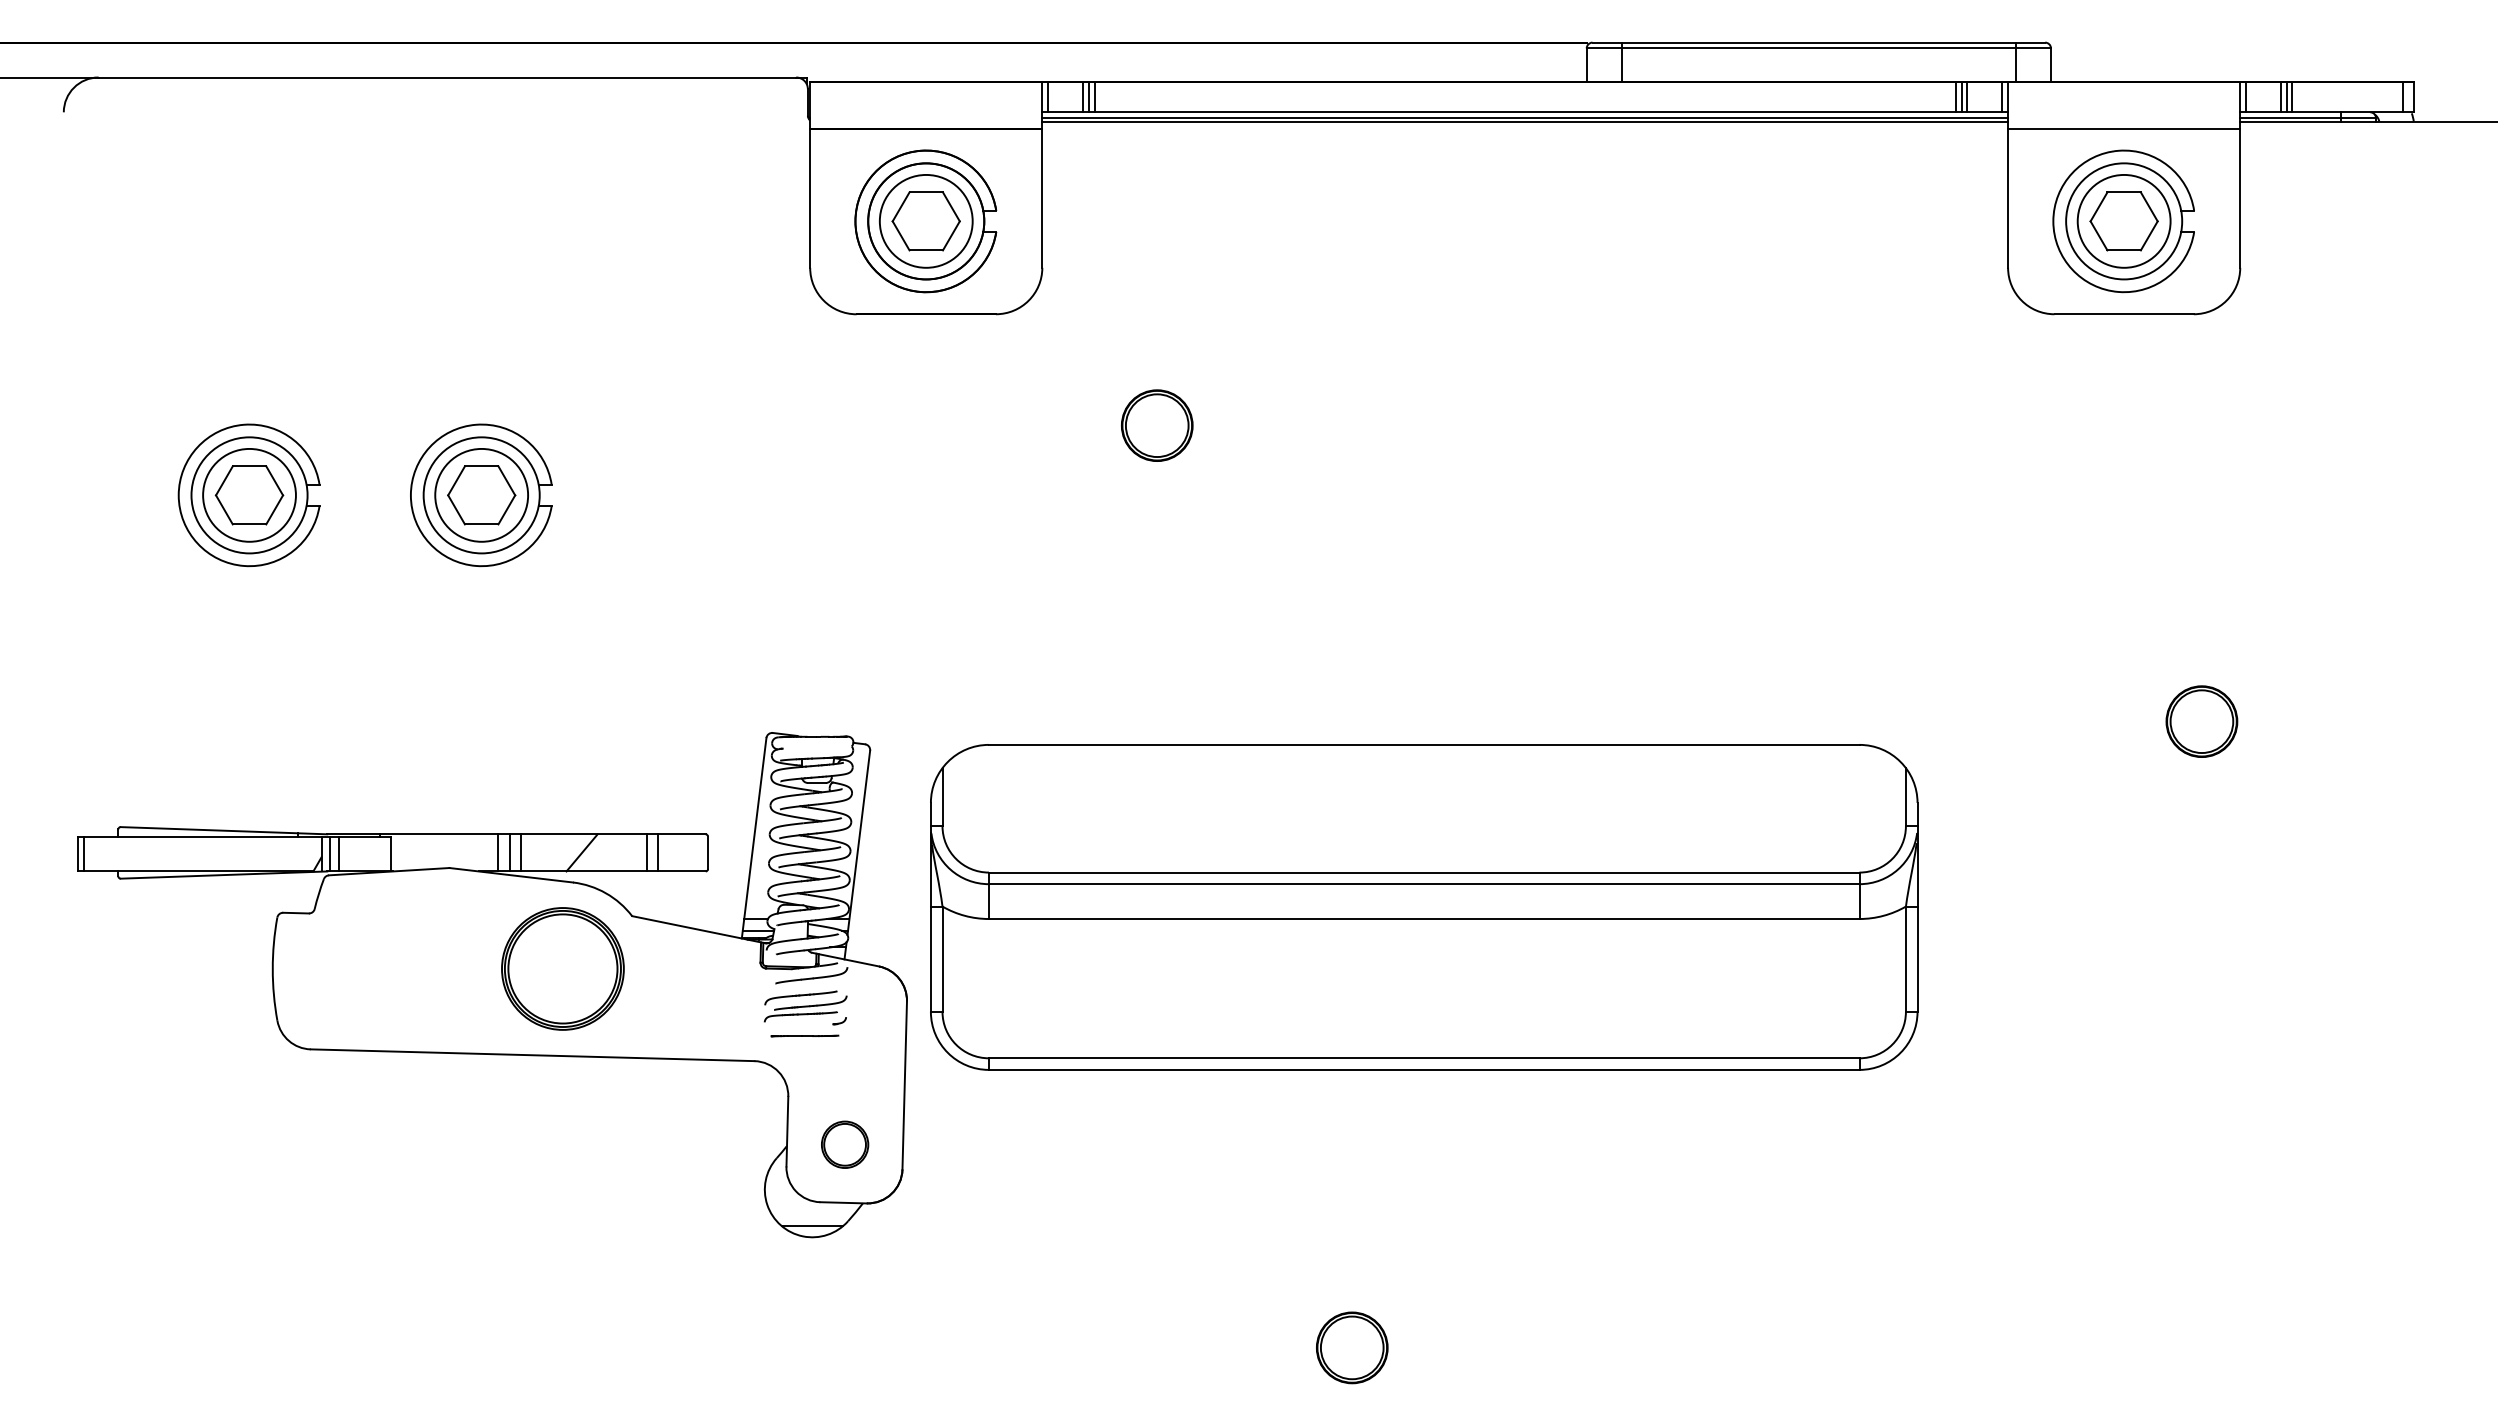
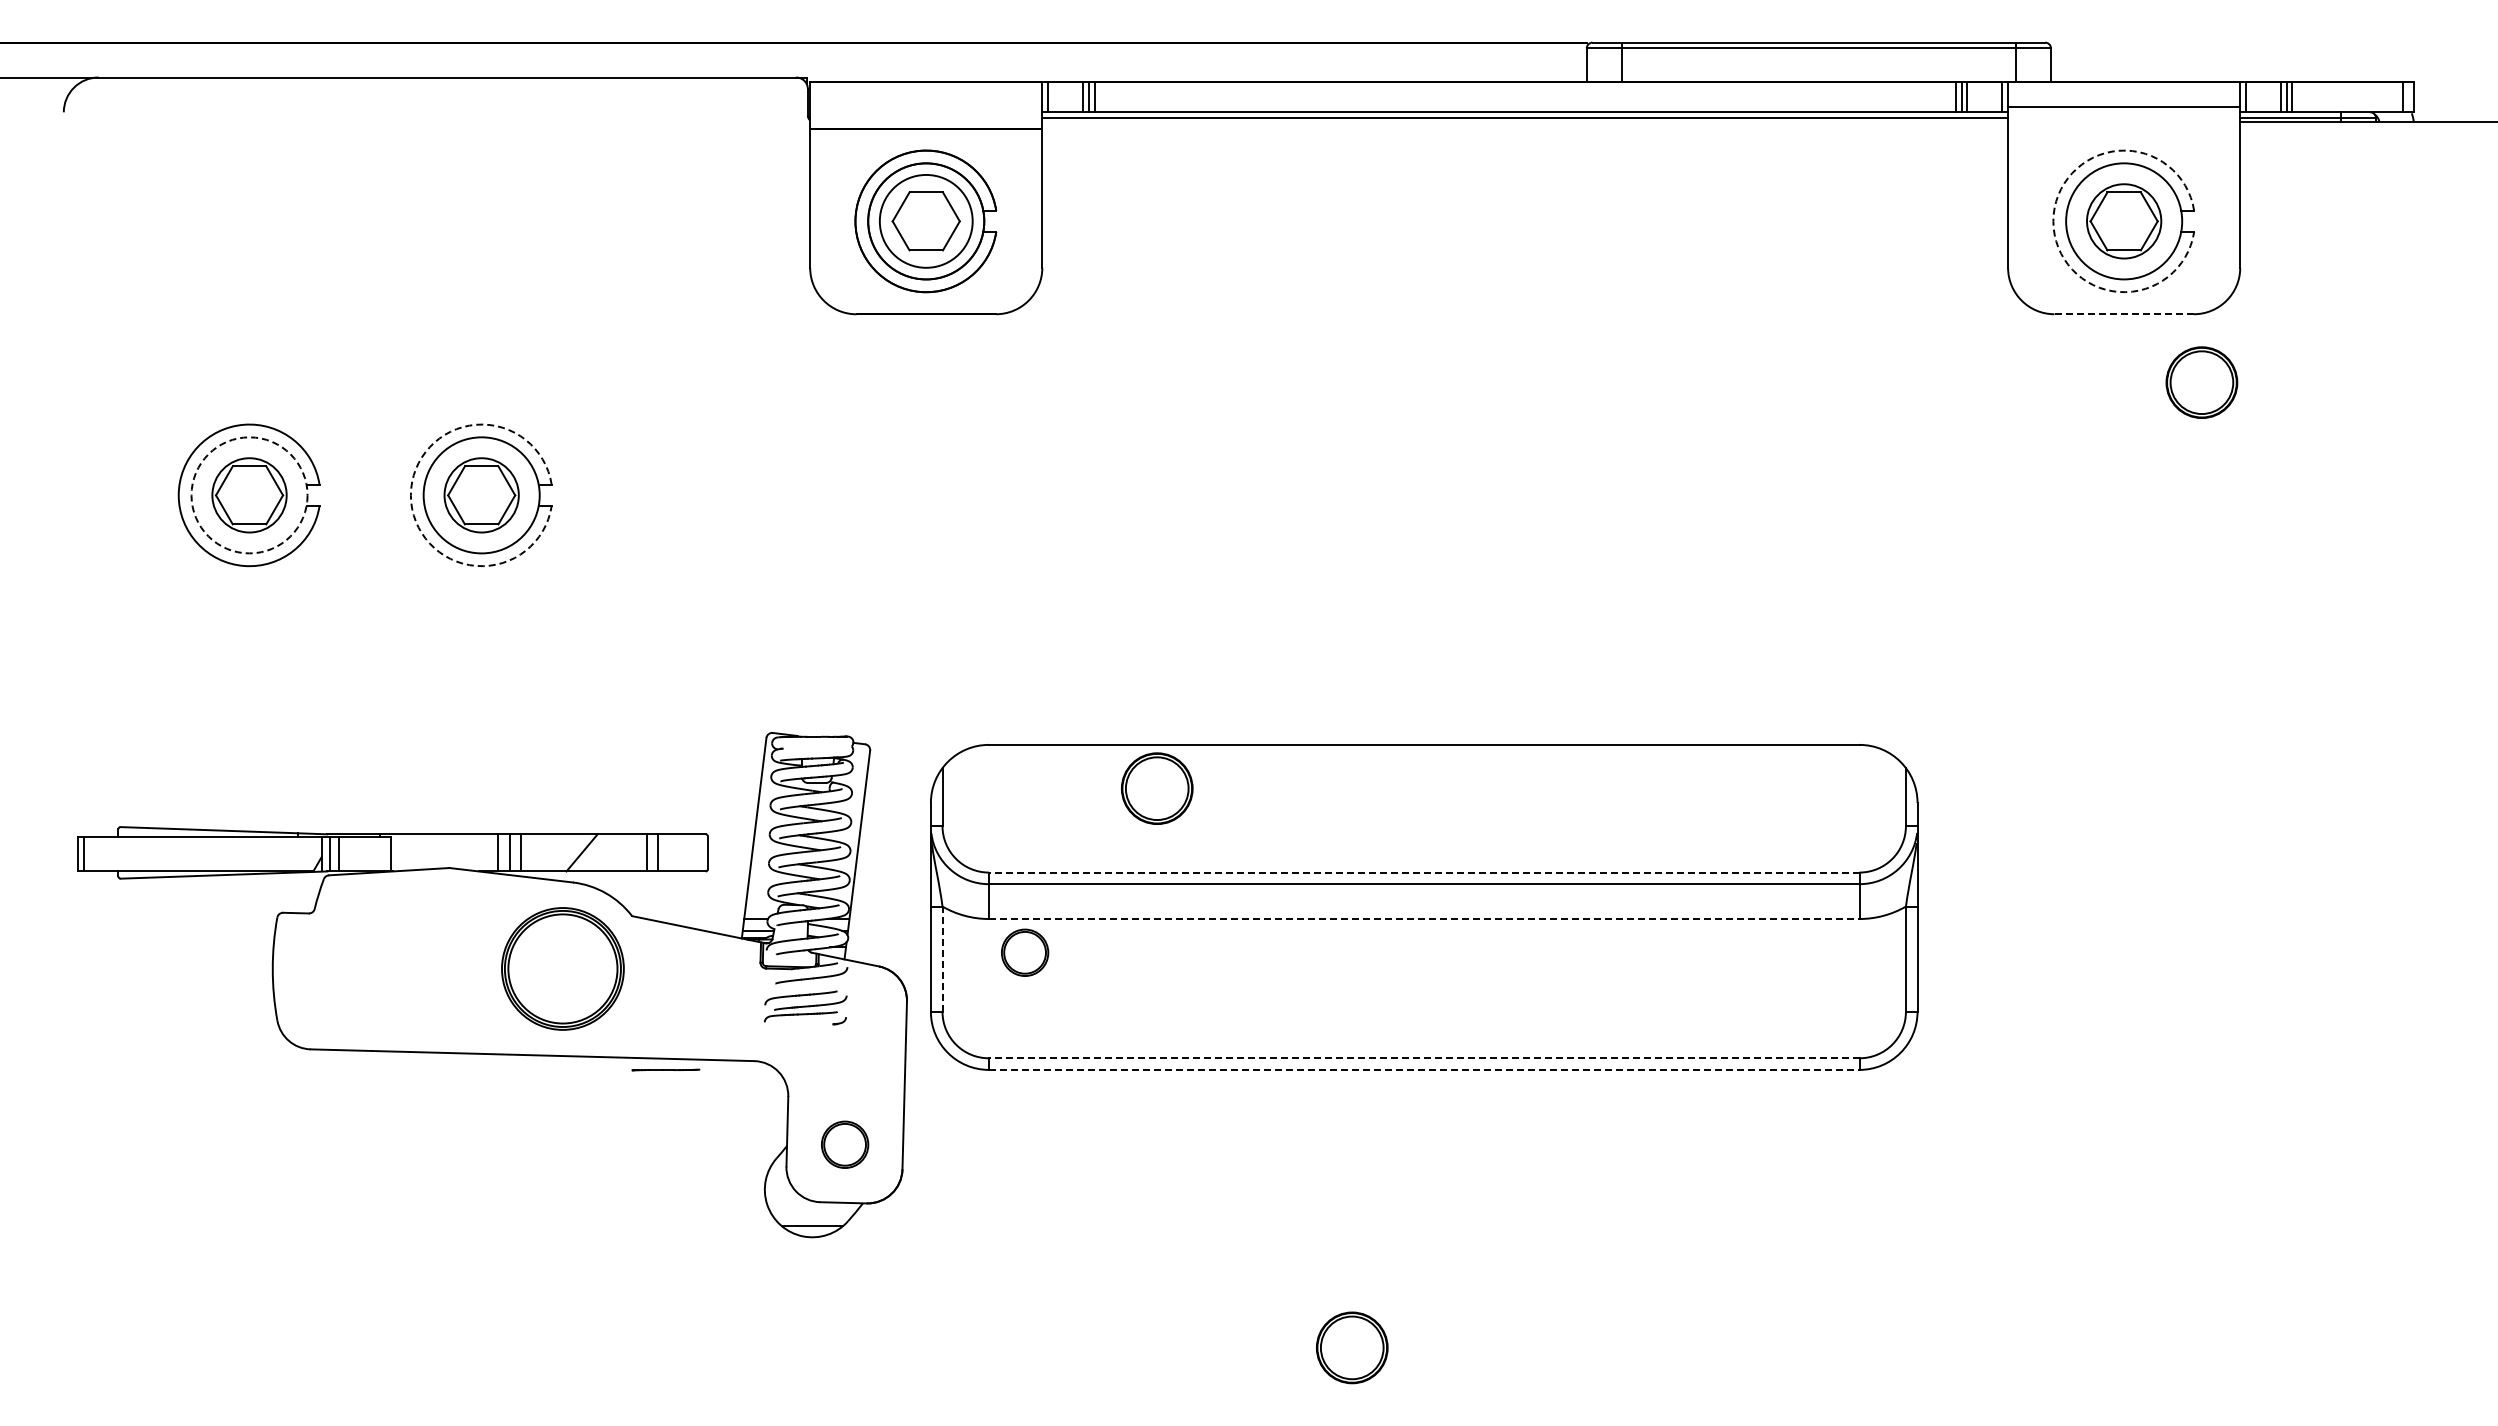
line at (1525, 121): present -> none
line at (2124, 128) position: (2124, 128) -> (2124, 106)
circle at (2123, 220) diameter: 93 px -> 74 px
arc at (2053, 221): solid -> dashed
line at (2124, 314): solid -> dashed
part at (1157, 425) position: (1157, 425) -> (1157, 788)
circle at (249, 494) diameter: 93 px -> 74 px
circle at (481, 494) diameter: 93 px -> 74 px
circle at (249, 495): solid -> dashed
arc at (410, 495): solid -> dashed
part at (2201, 721) position: (2201, 721) -> (2201, 382)
line at (1423, 872): solid -> dashed
line at (1424, 919): solid -> dashed
part at (1025, 952): none -> present
line at (942, 959): solid -> dashed
line at (804, 1035) position: (804, 1035) -> (665, 1069)
line at (1423, 1058): solid -> dashed
line at (1424, 1069): solid -> dashed
